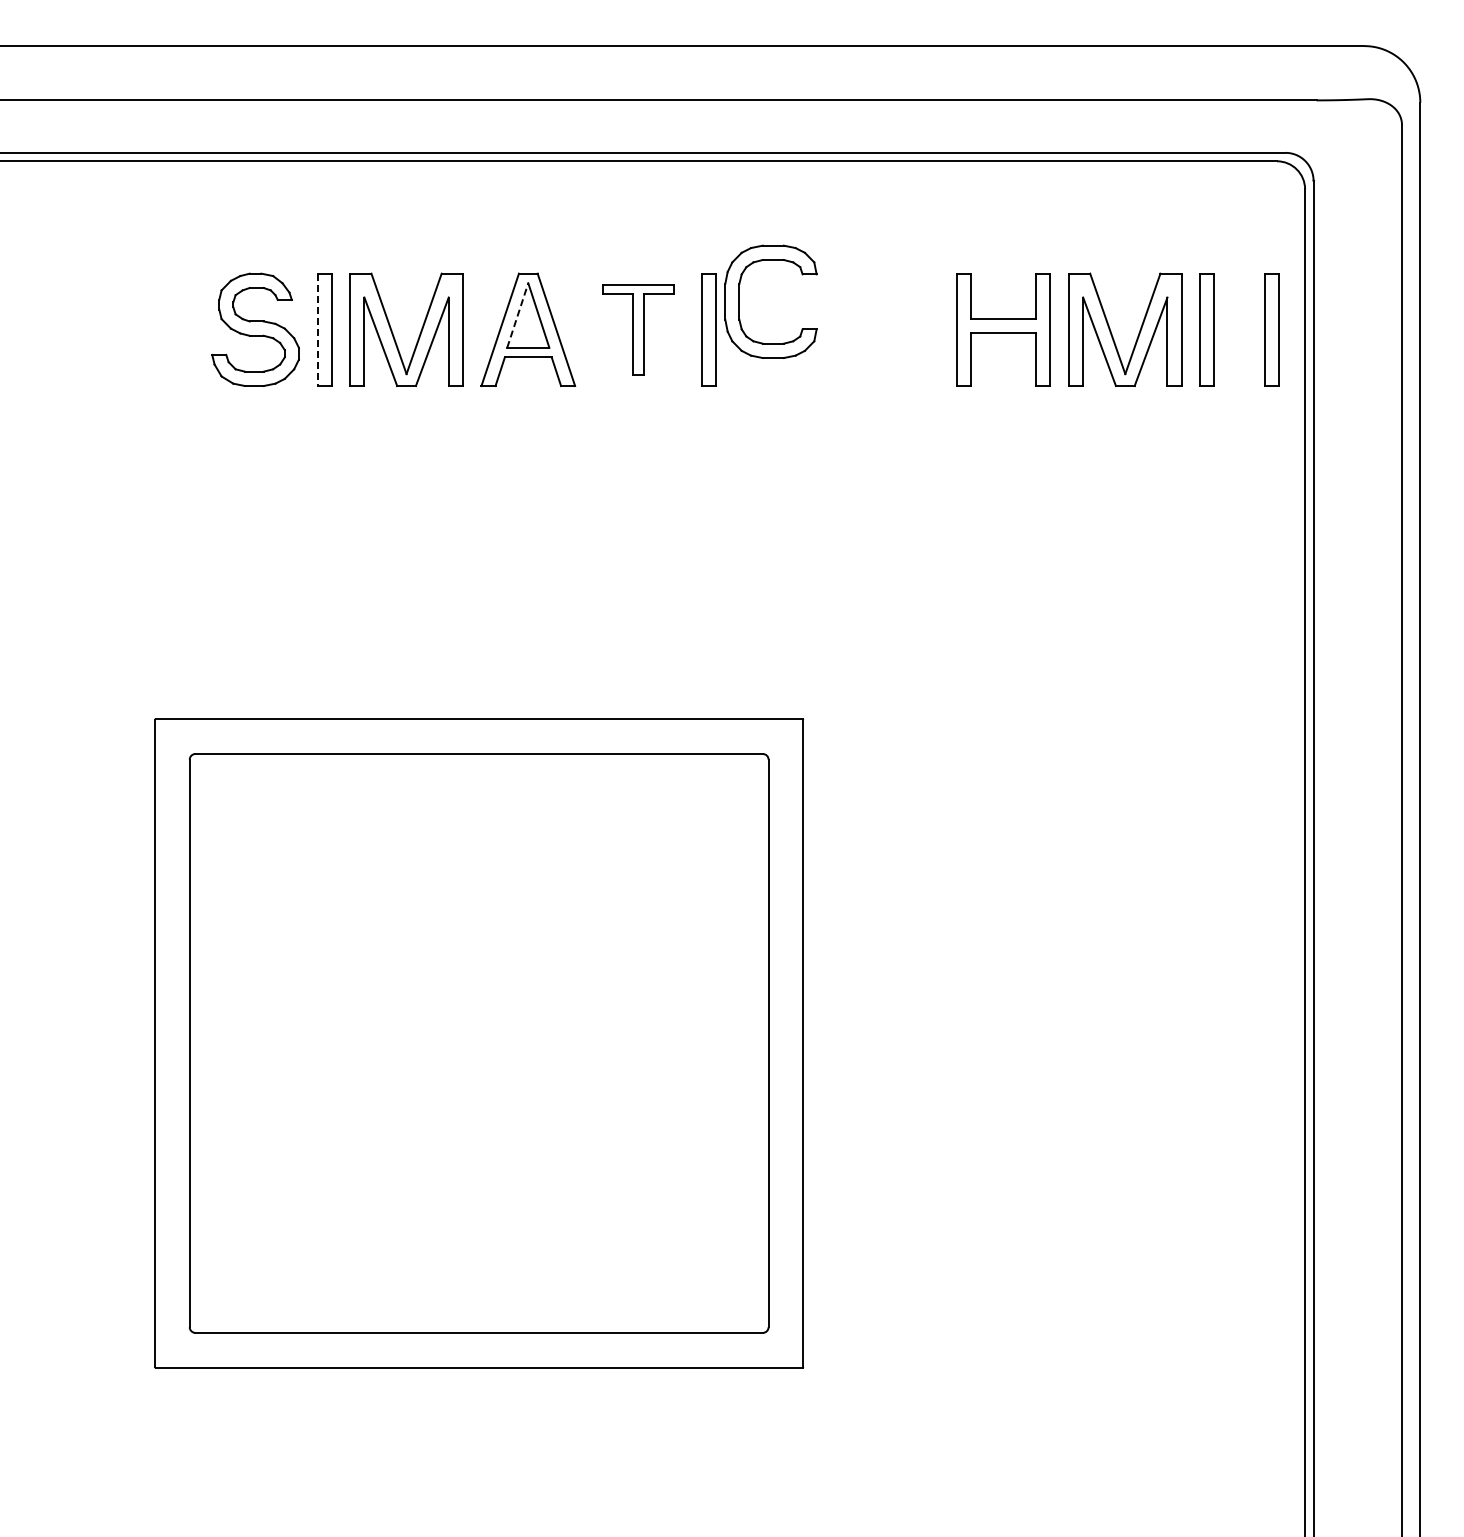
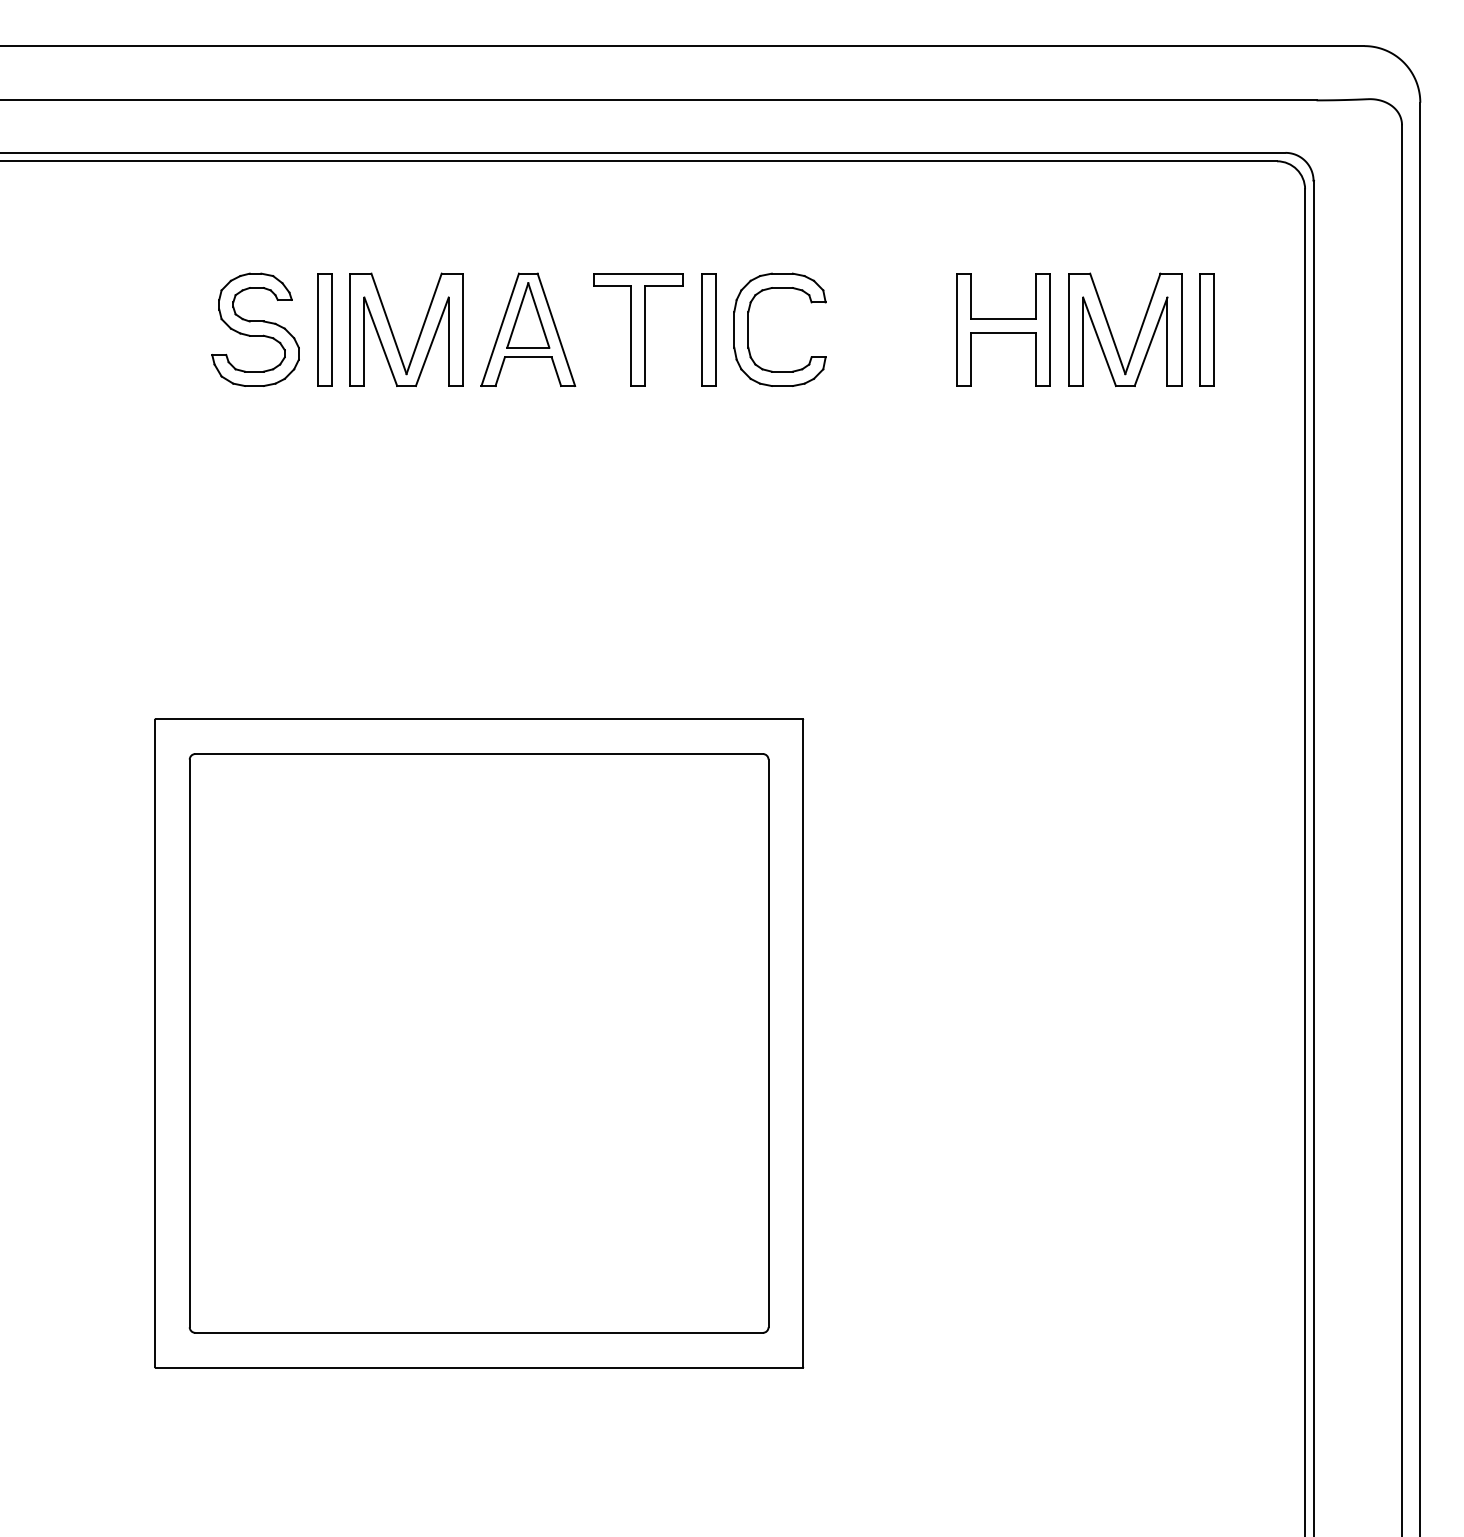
part at (739, 301) position: (739, 301) -> (748, 329)
line at (517, 315): dashed -> solid
part at (638, 329) size: 73x92 px -> 91x114 px
part at (1271, 329): present -> none
line at (317, 330): dashed -> solid
